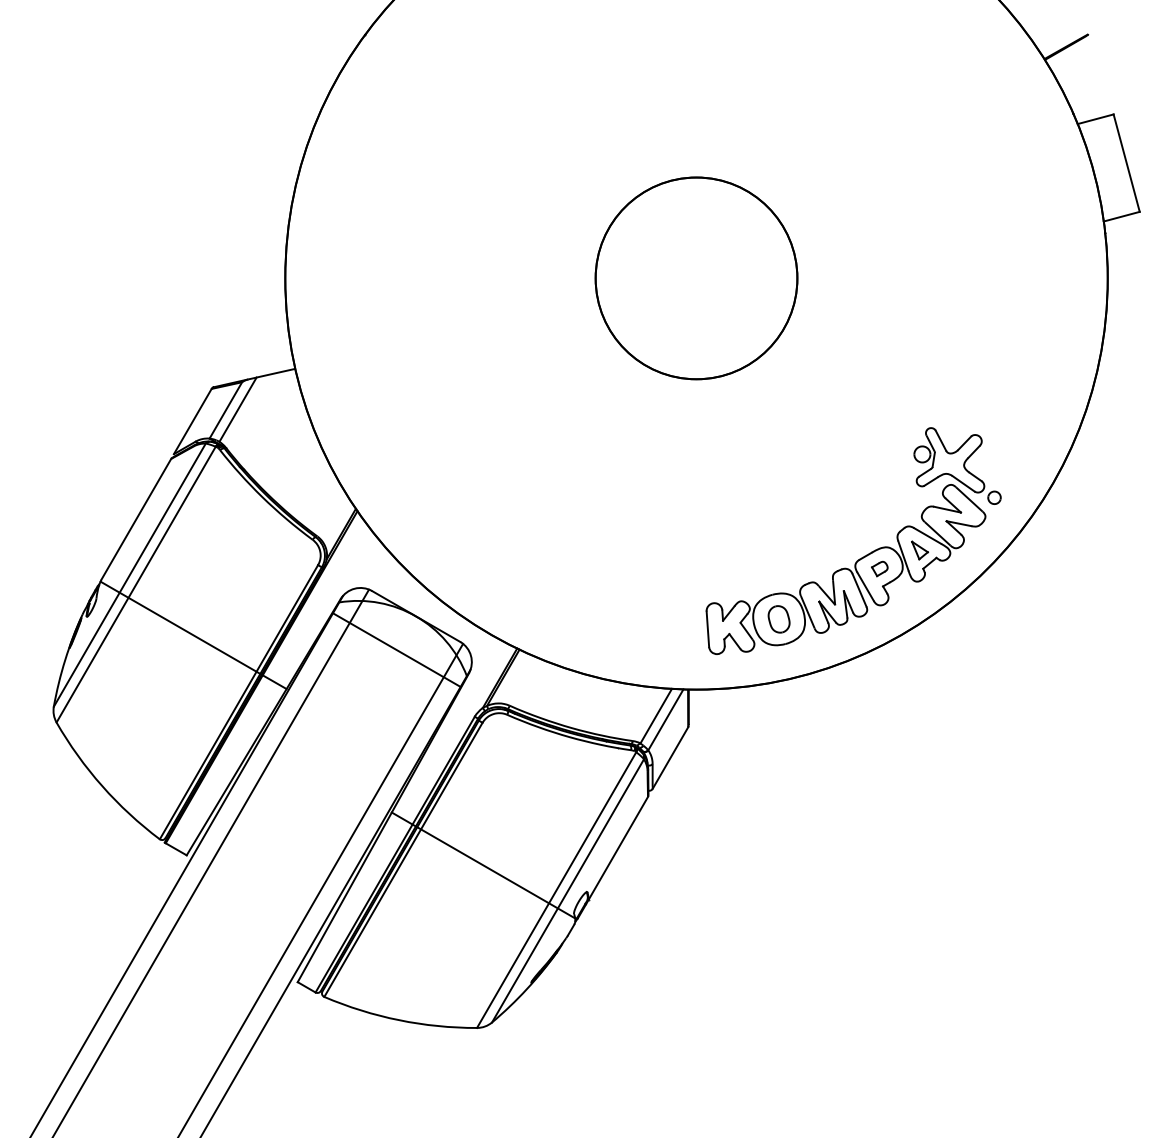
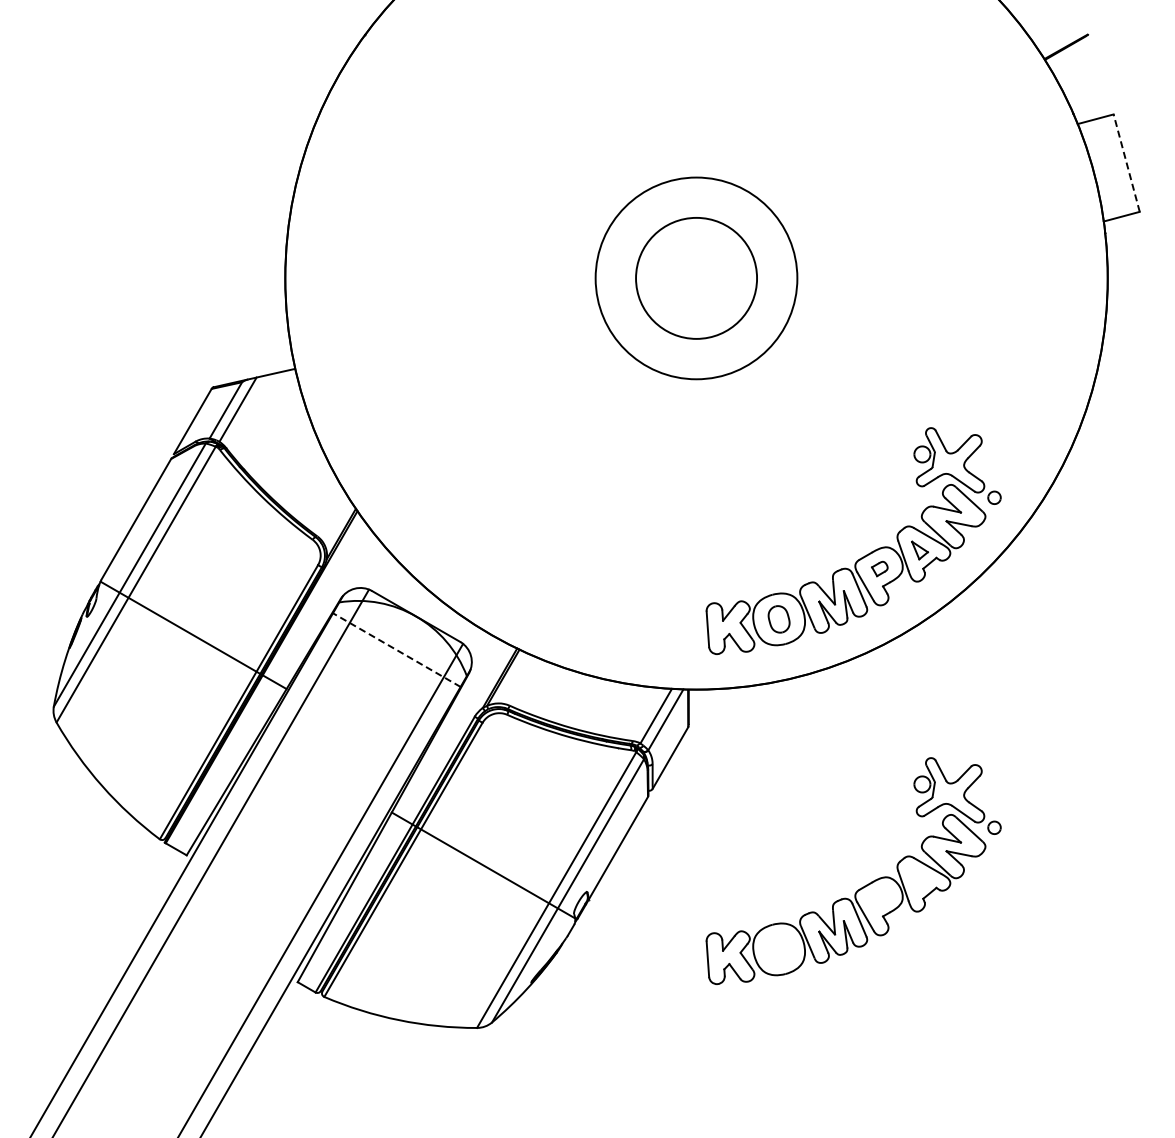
line at (1126, 162): solid -> dashed
circle at (696, 278) diameter: 202 px -> 121 px
line at (396, 650): solid -> dashed
part at (864, 885): none -> present
